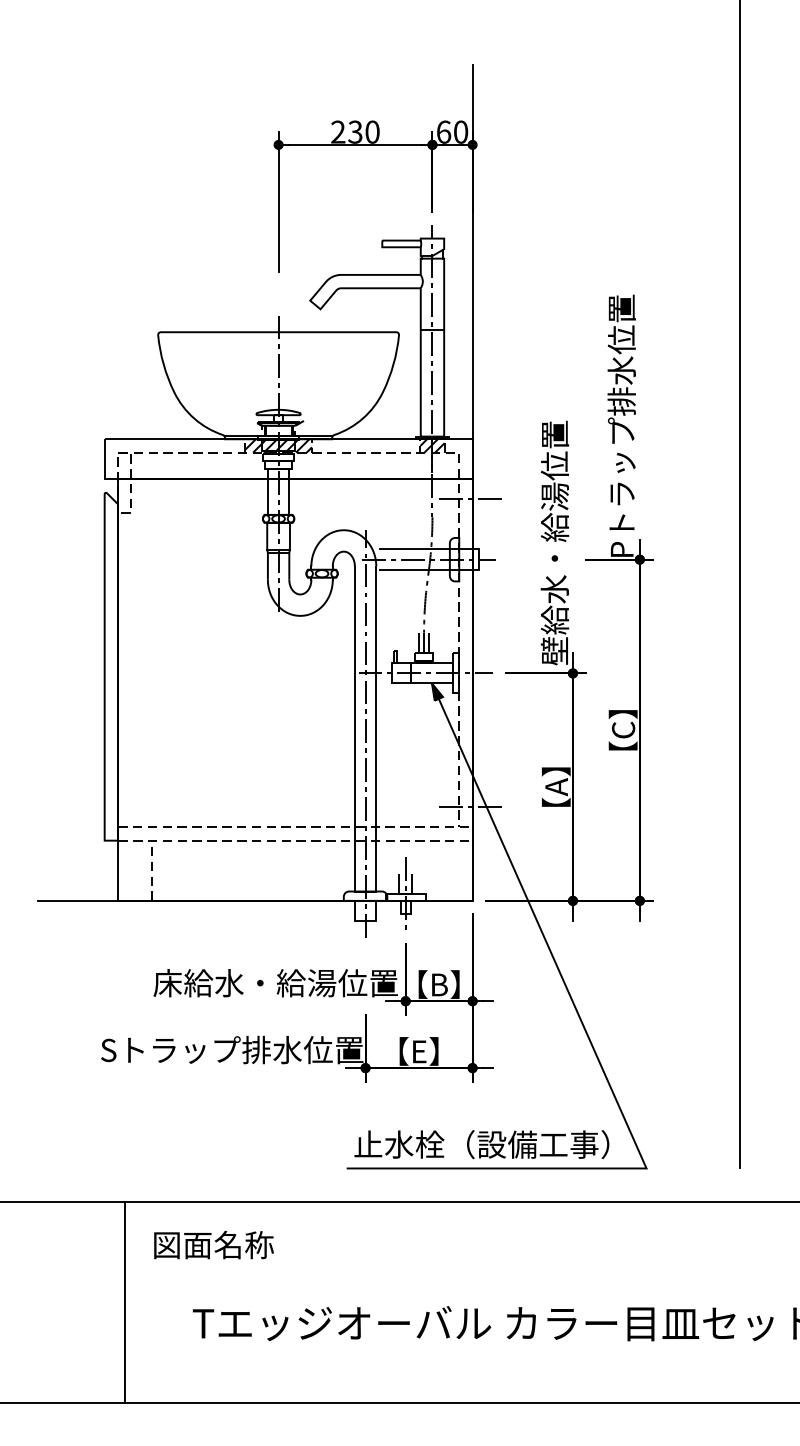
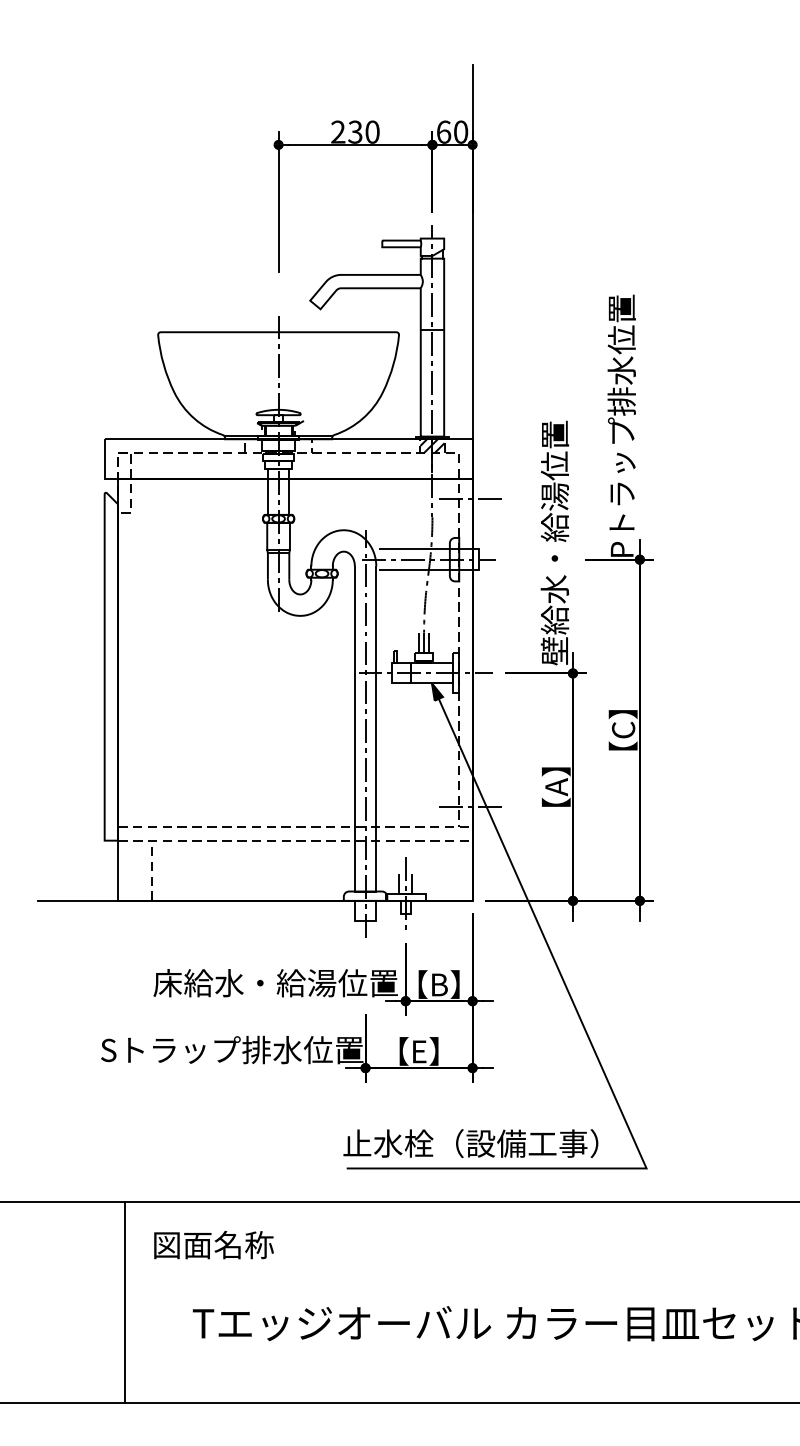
hatch at (278, 445): present -> none
line at (740, 585): present -> none
text at (481, 1144) position: (481, 1144) -> (470, 1143)
